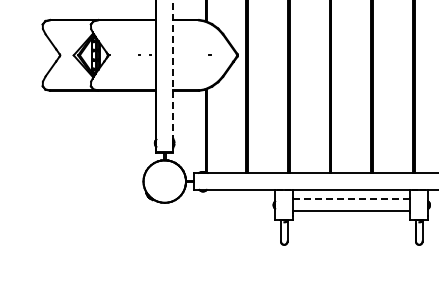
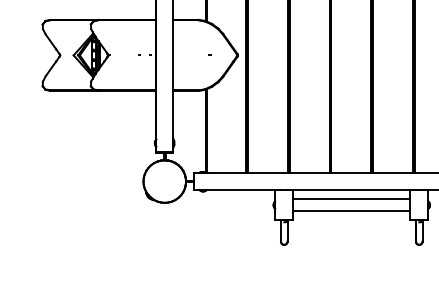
line at (173, 75): dashed -> solid
line at (352, 199): dashed -> solid
